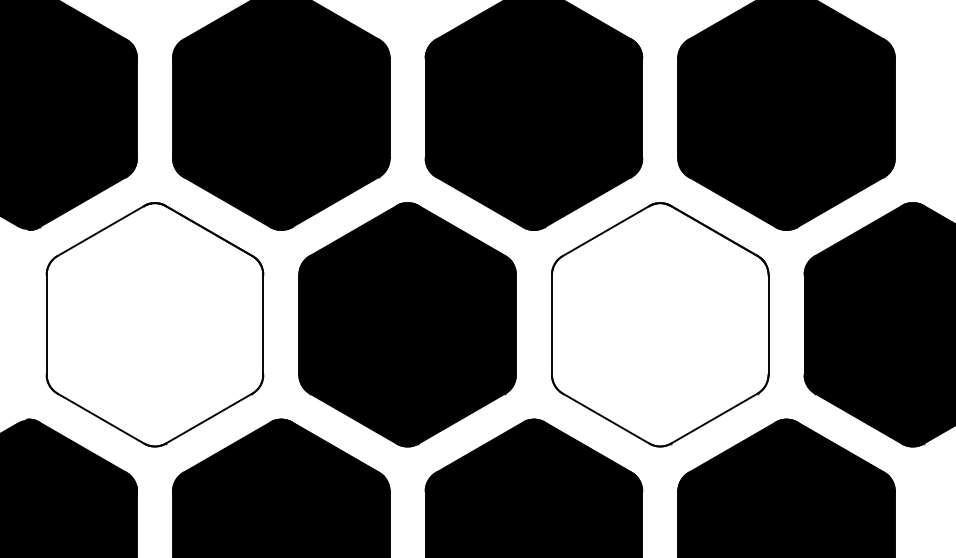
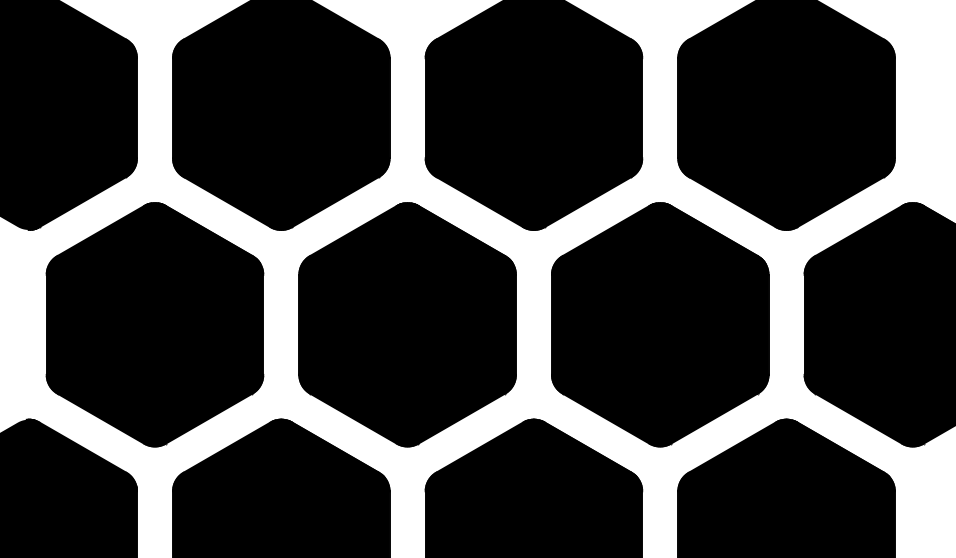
fill at (154, 324): none -> present
fill at (659, 324): none -> present
